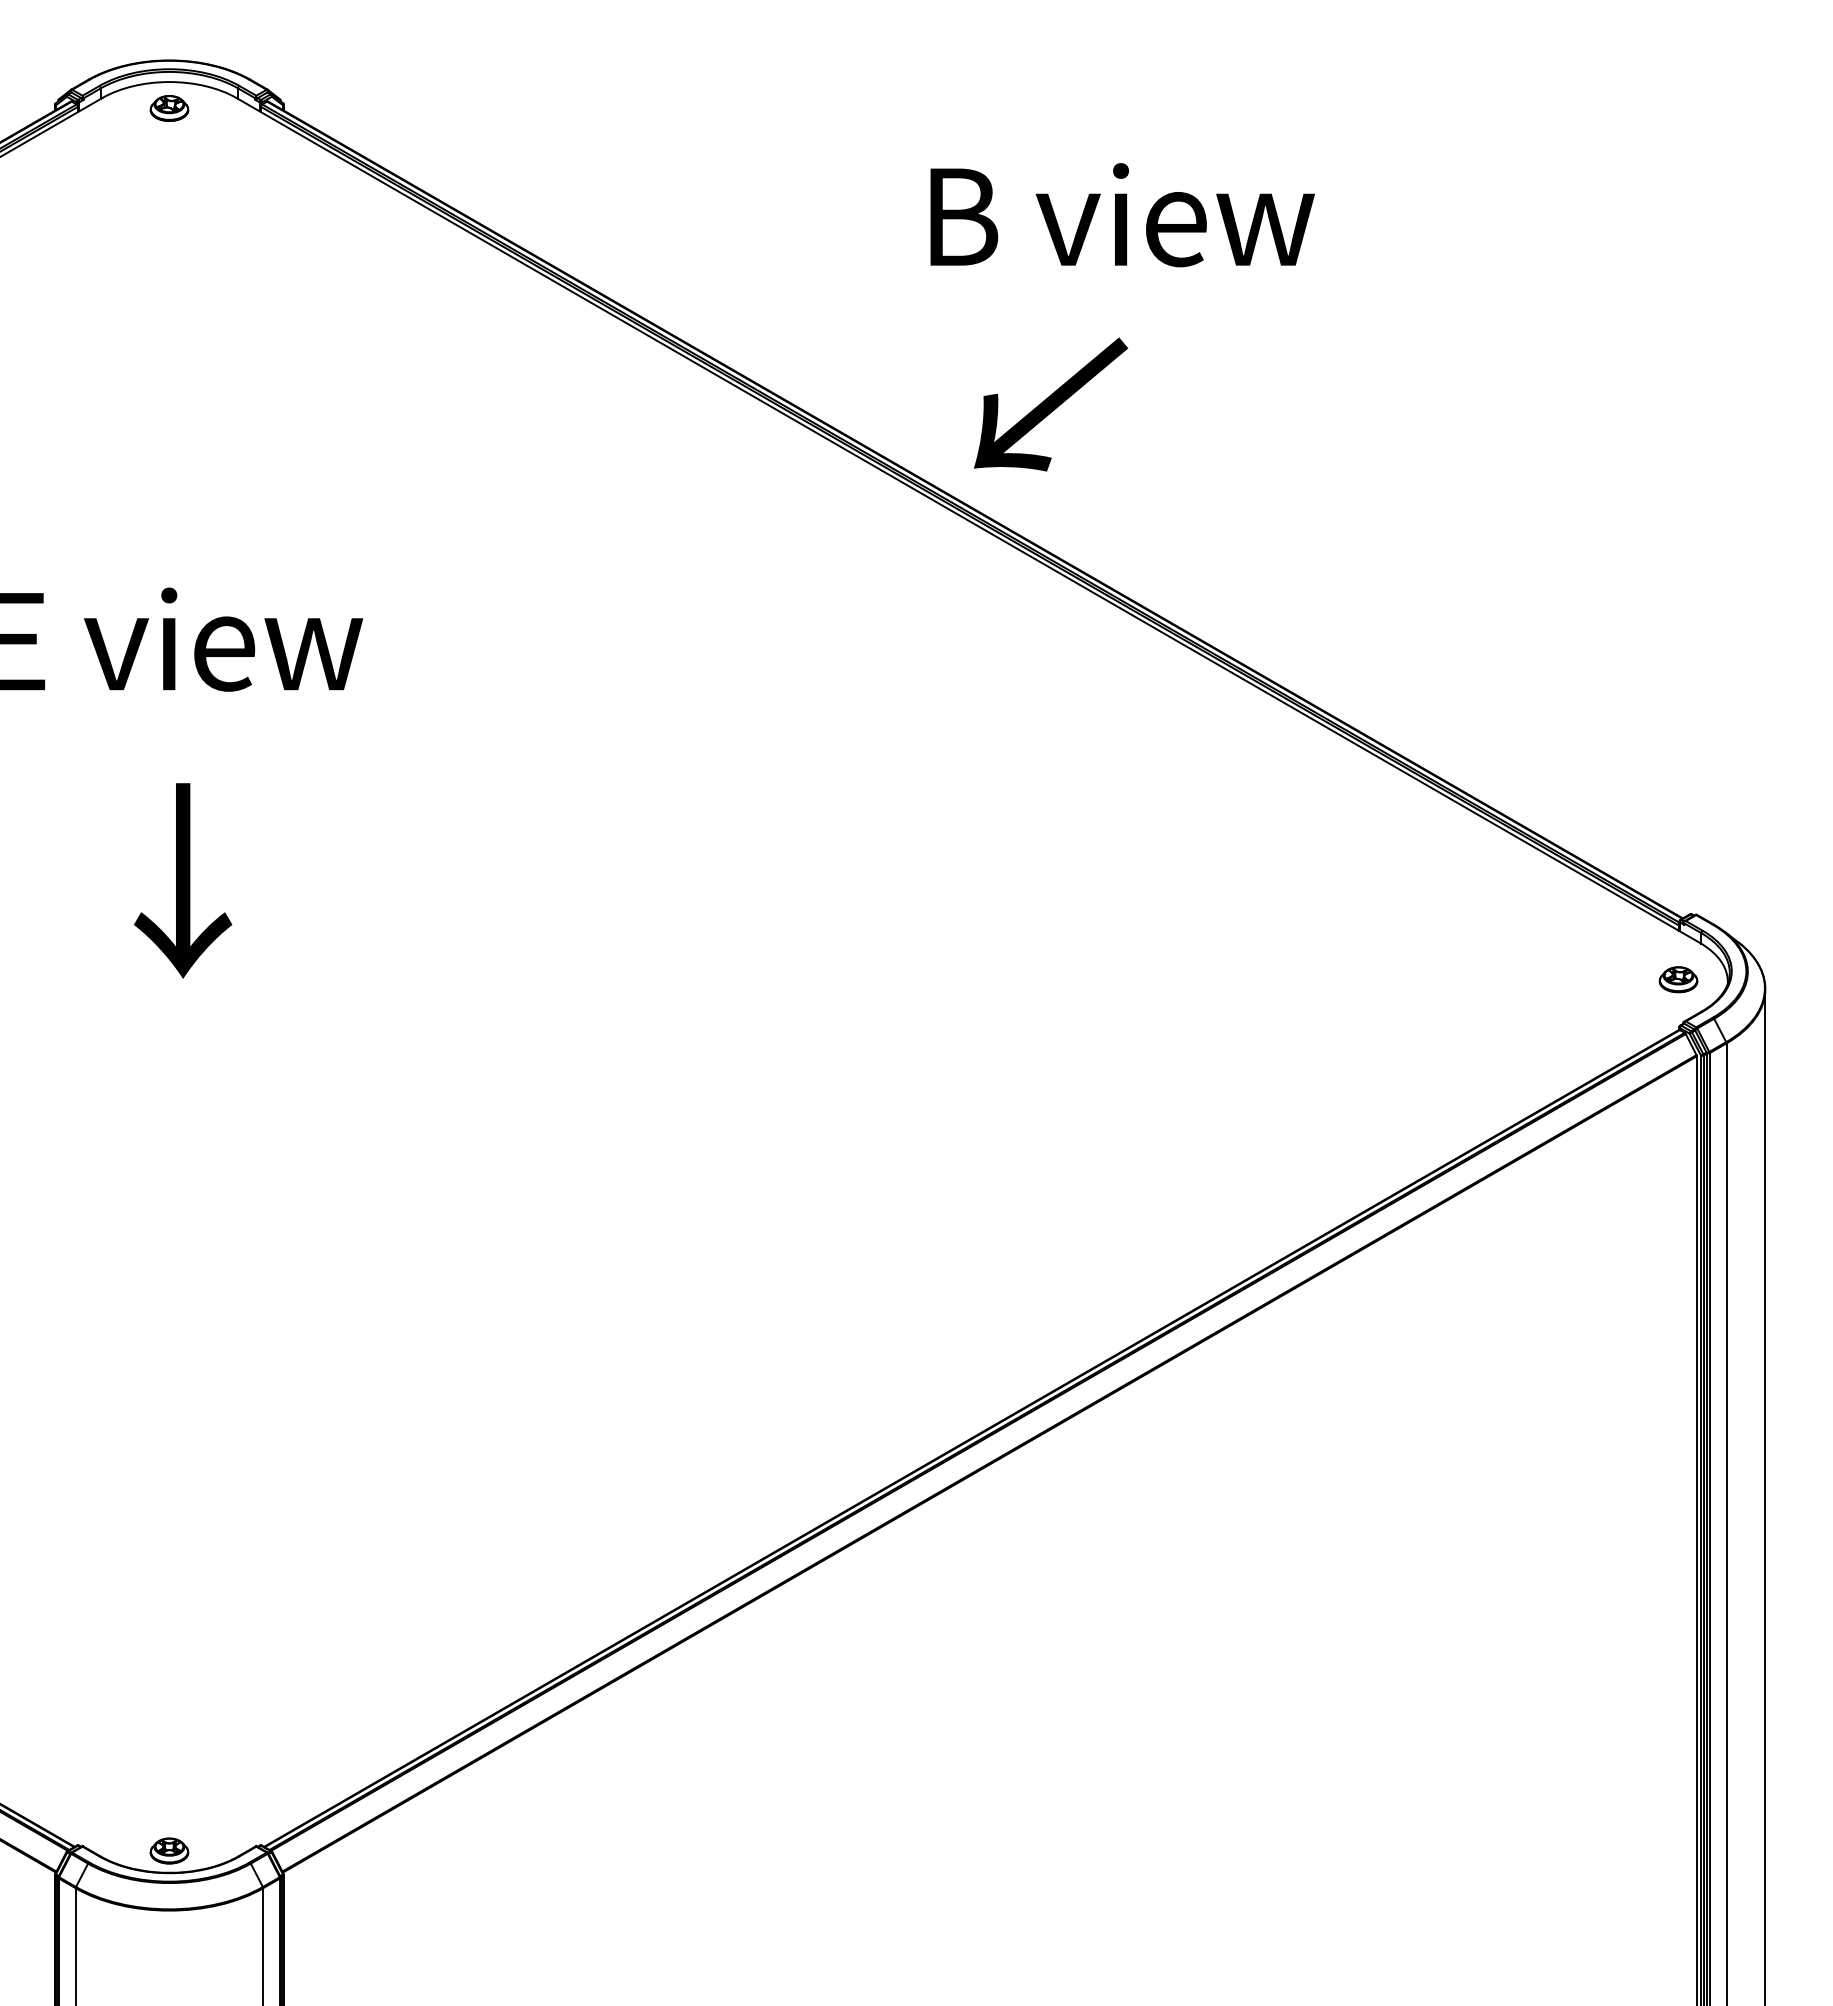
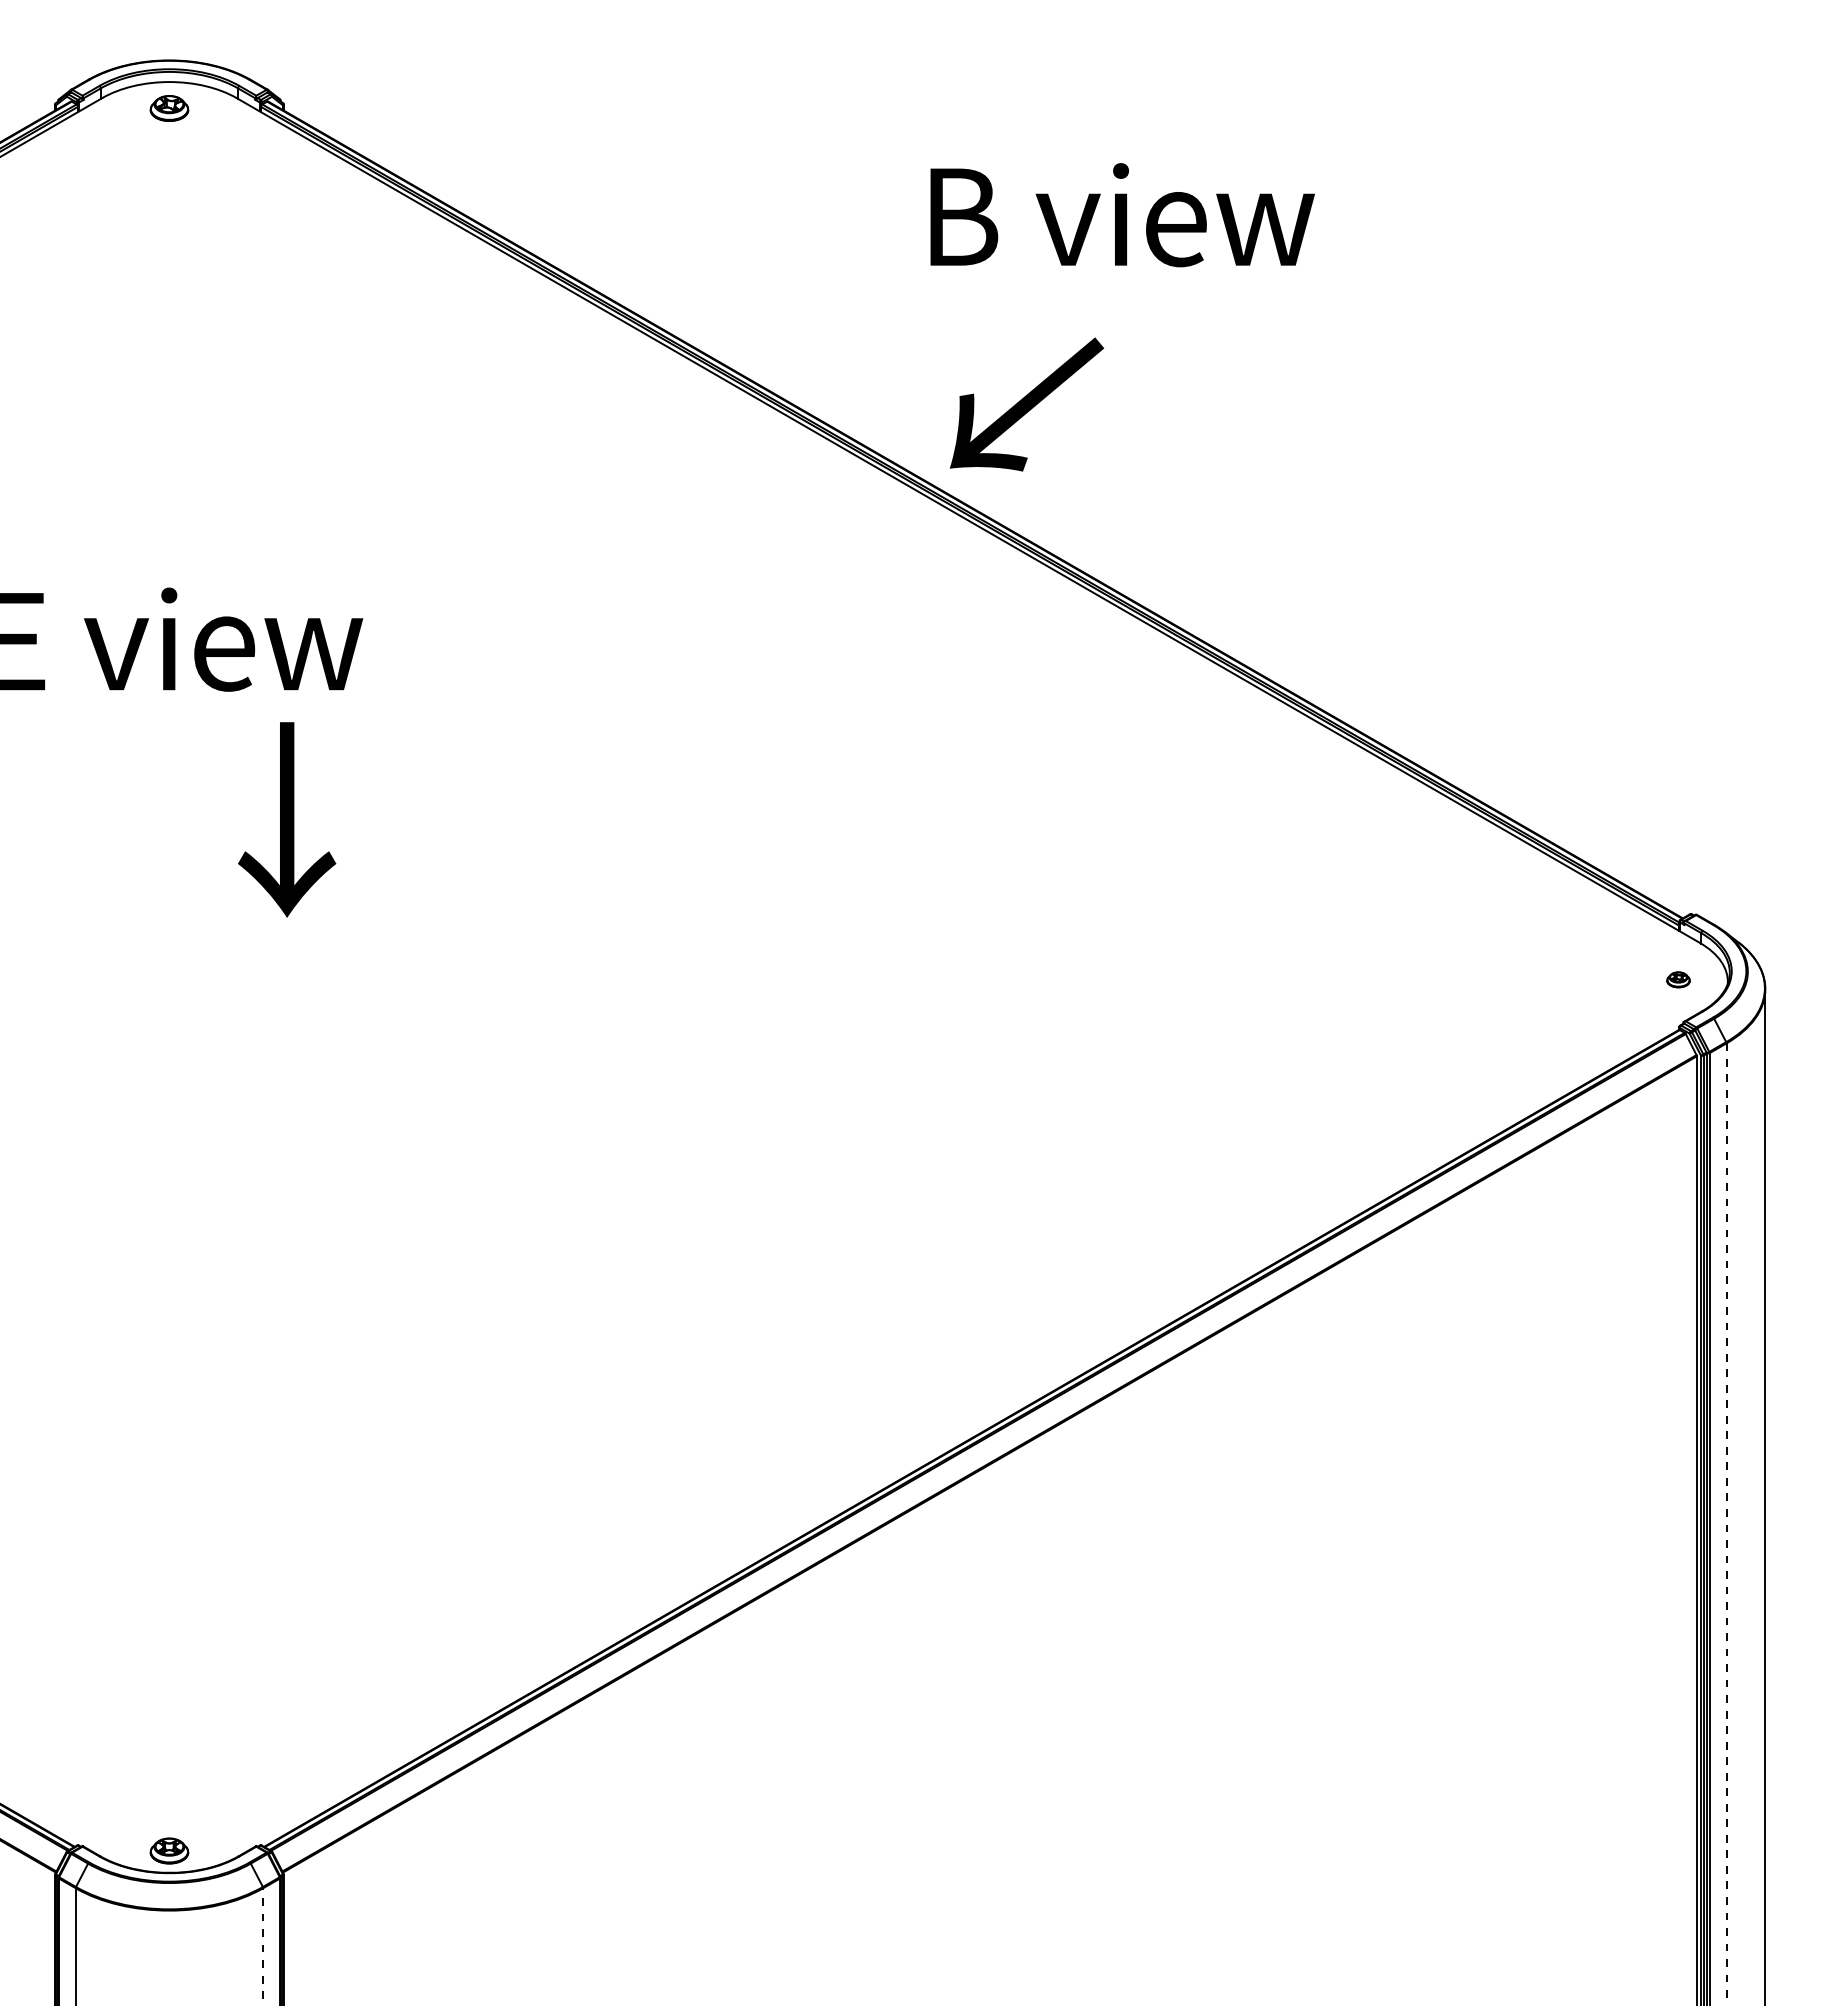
text at (1051, 404) position: (1051, 404) -> (1027, 404)
text at (183, 880) position: (183, 880) -> (287, 819)
part at (1678, 979) size: 41x28 px -> 25x18 px
line at (1726, 1525): solid -> dashed
line at (263, 1946): solid -> dashed
